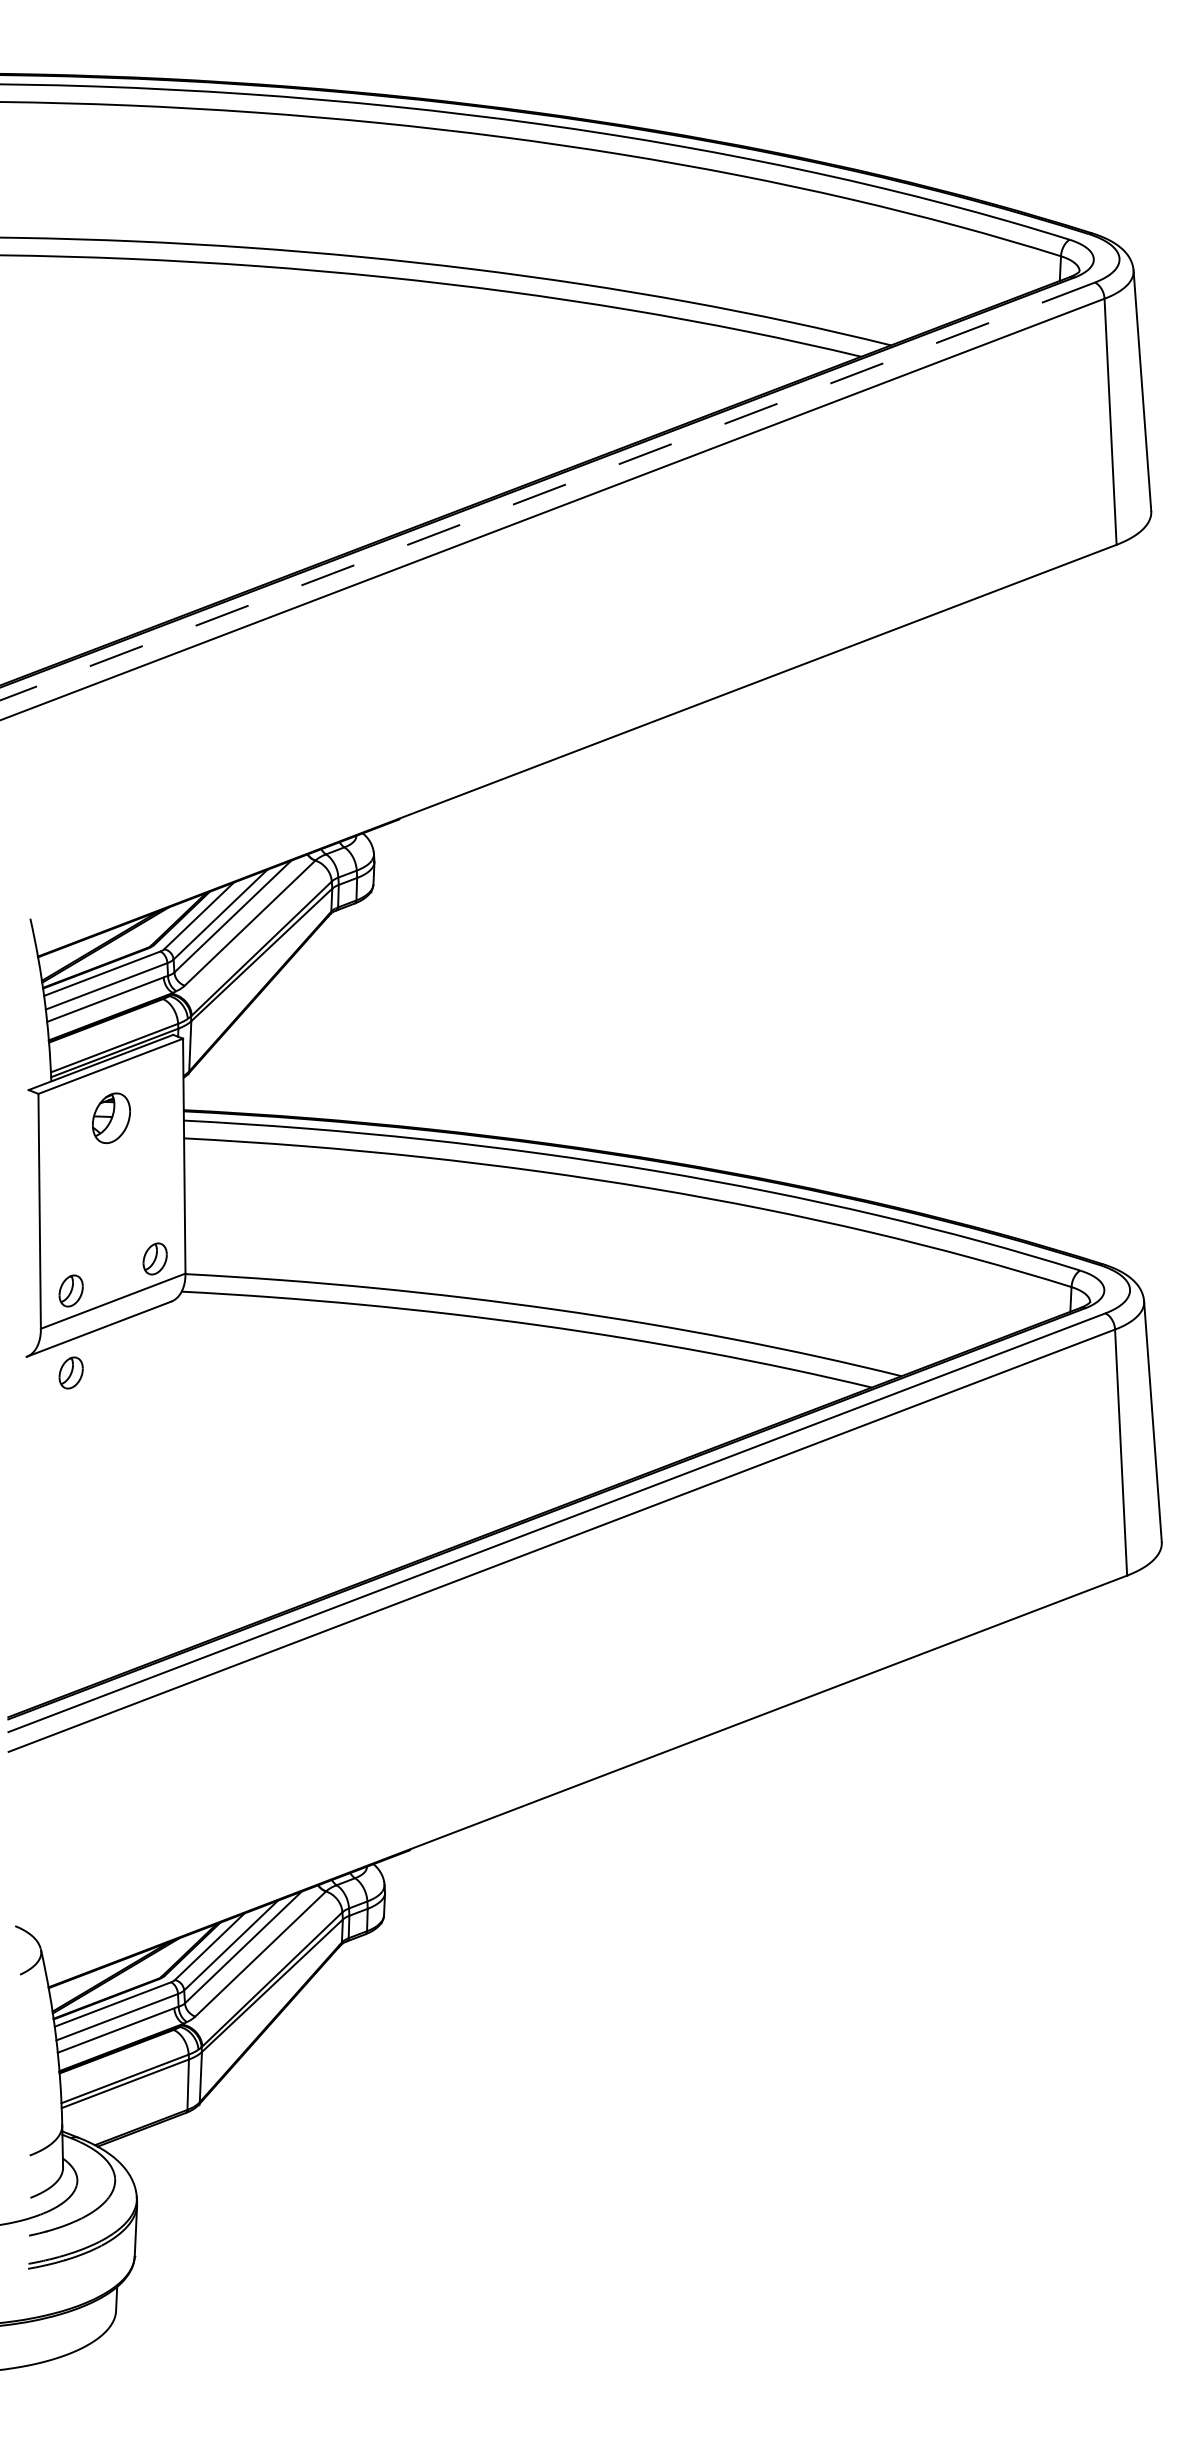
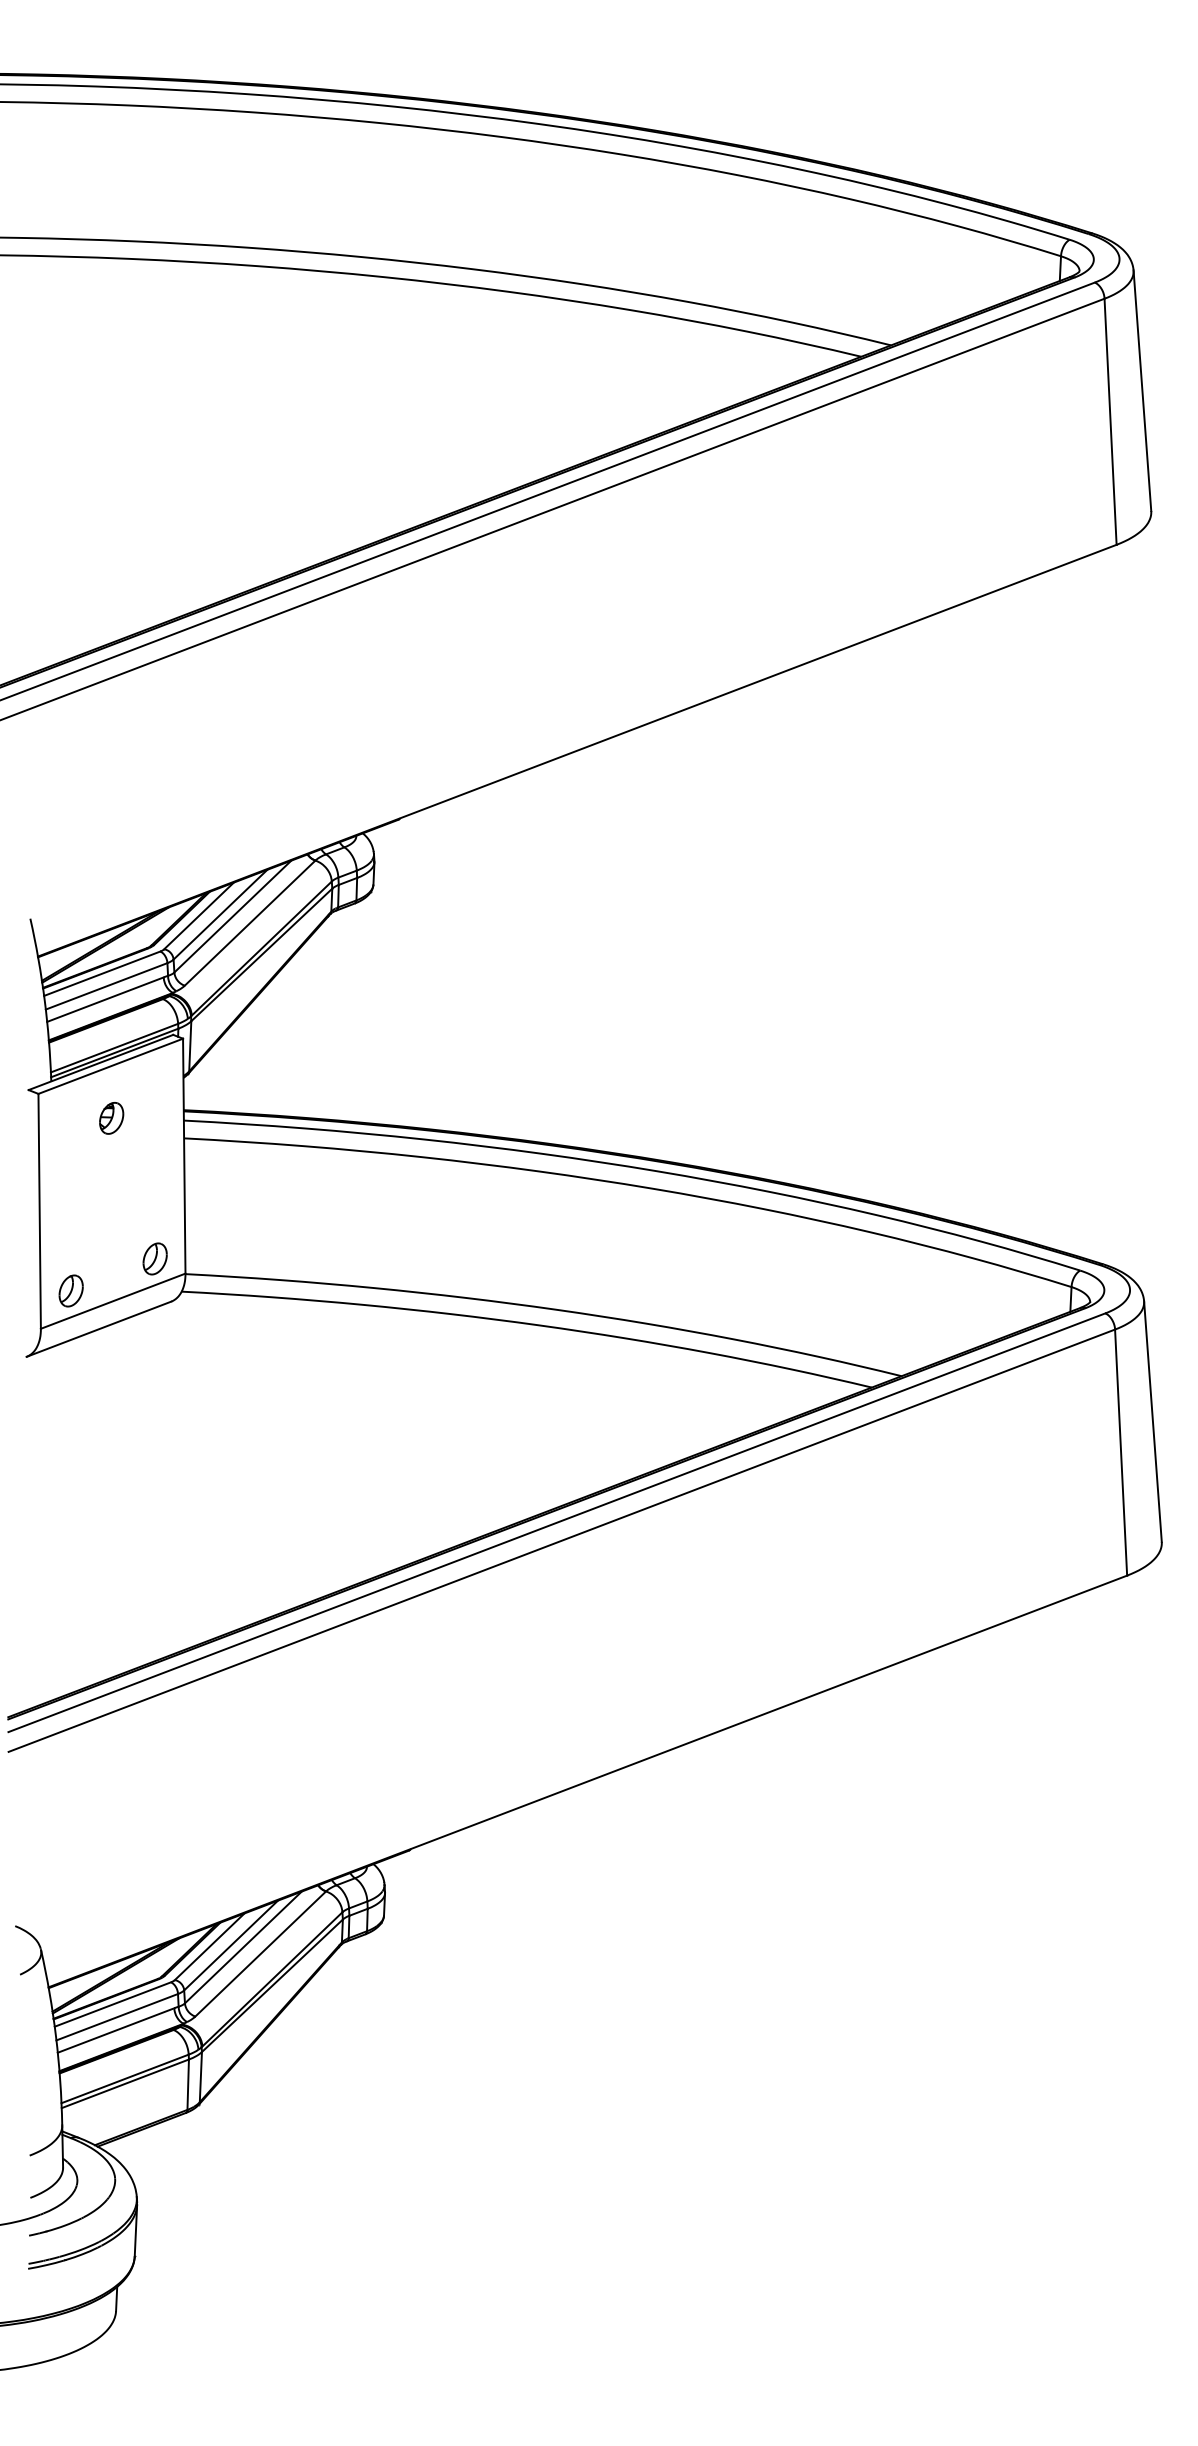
line at (547, 491): dashed -> solid
part at (111, 1117) size: 39x52 px -> 26x33 px
part at (70, 1372): present -> none
